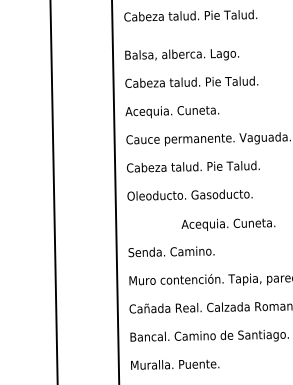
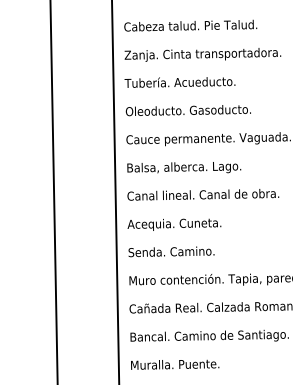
text at (190, 15) position: (190, 15) -> (190, 25)
text at (202, 54): Balsa, alberca. Lago. -> Zanja. Cinta transportadora.
text at (191, 81): Cabeza talud. Pie Talud. -> Tubería. Acueducto.
text at (187, 111): Acequia. Cuneta. -> Oleoducto. Gasoducto.
text at (193, 166): Cabeza talud. Pie Talud. -> Balsa, alberca. Lago.
text at (205, 194): Oleoducto. Gasoducto. -> Canal lineal. Canal de obra.
text at (228, 224) position: (228, 224) -> (174, 224)
